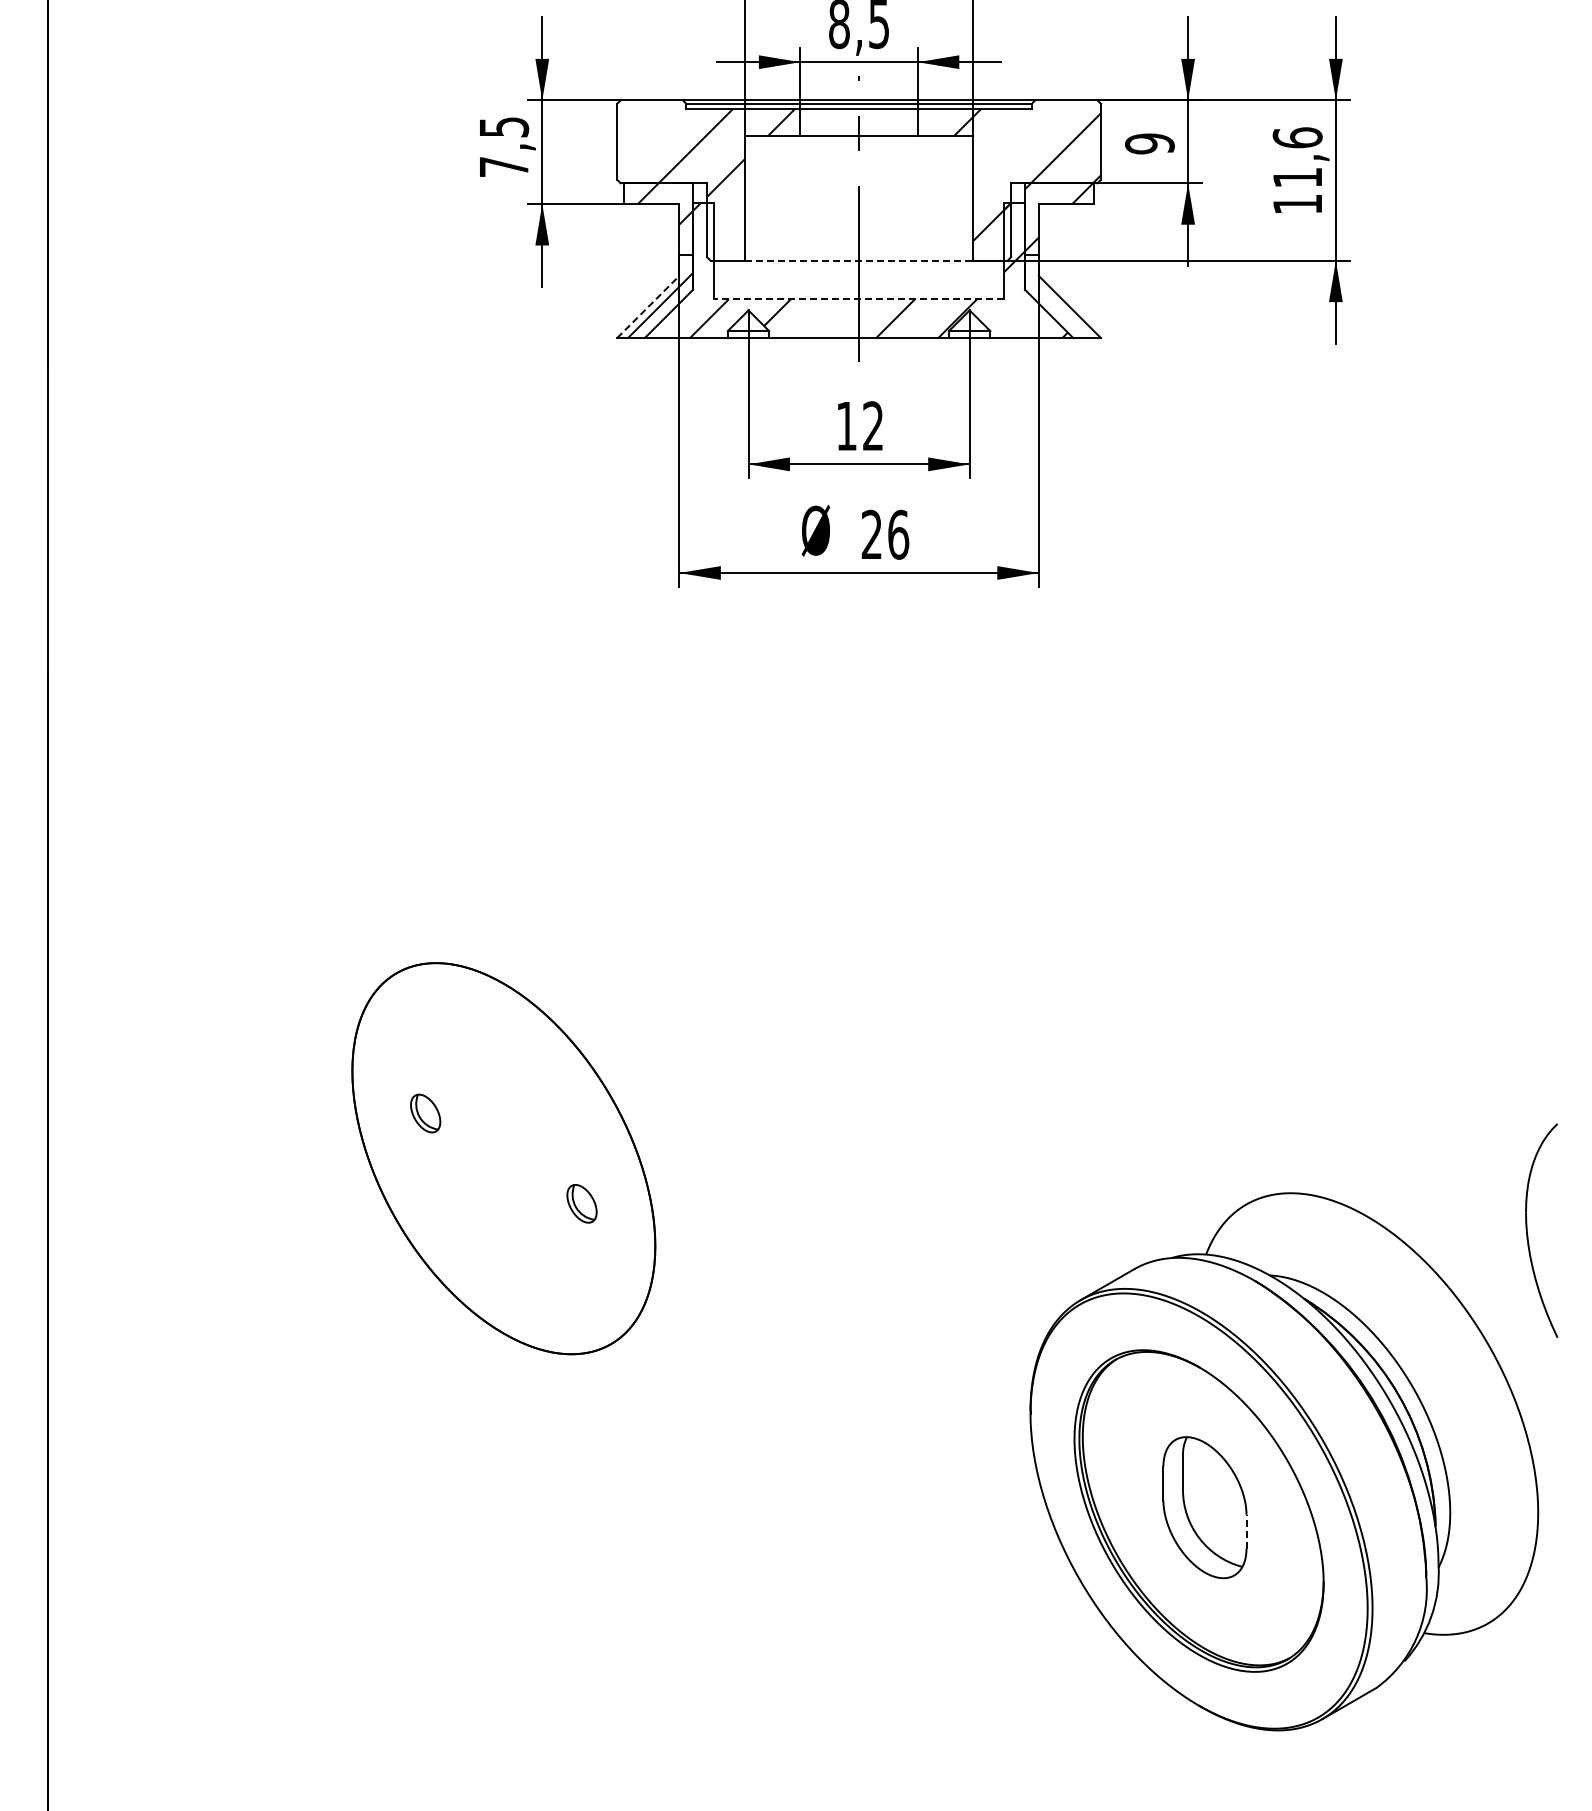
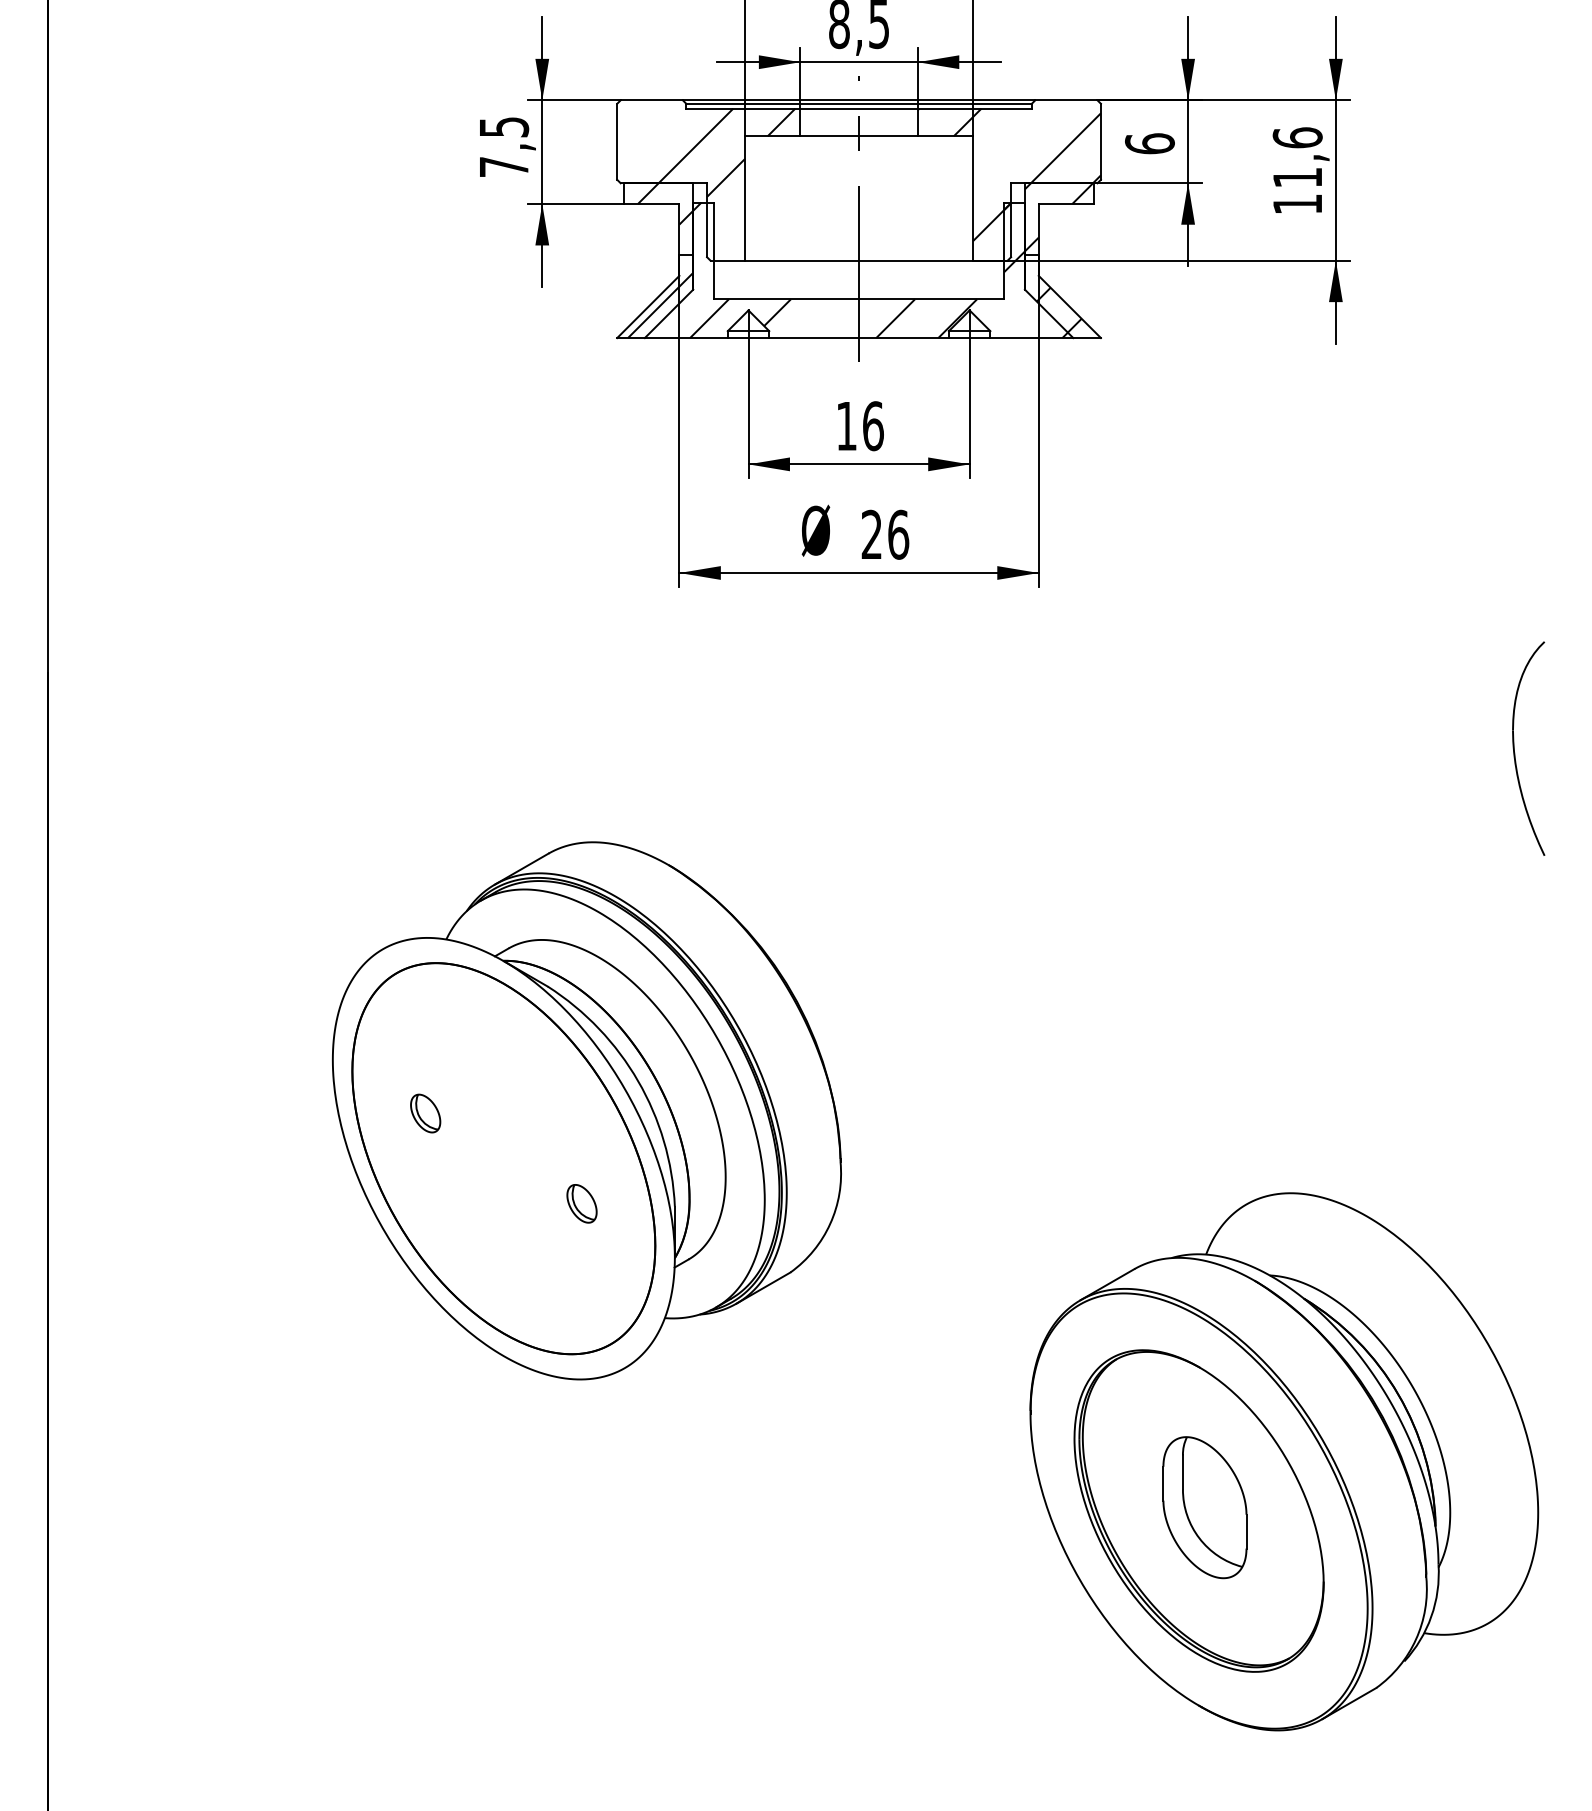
text at (1149, 143): 9 -> 6
line at (859, 260): dashed -> solid
line at (858, 299): dashed -> solid
line at (648, 306): dashed -> solid
hatch at (1058, 309): none -> present
text at (873, 426): 12 -> 16
part at (586, 1110): none -> present
part at (1528, 1235) position: (1528, 1235) -> (1515, 753)
line at (1246, 1531): dashed -> solid
